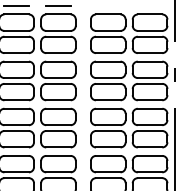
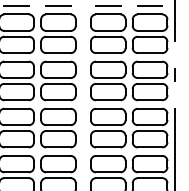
line at (108, 6): none -> present
line at (149, 6): none -> present
